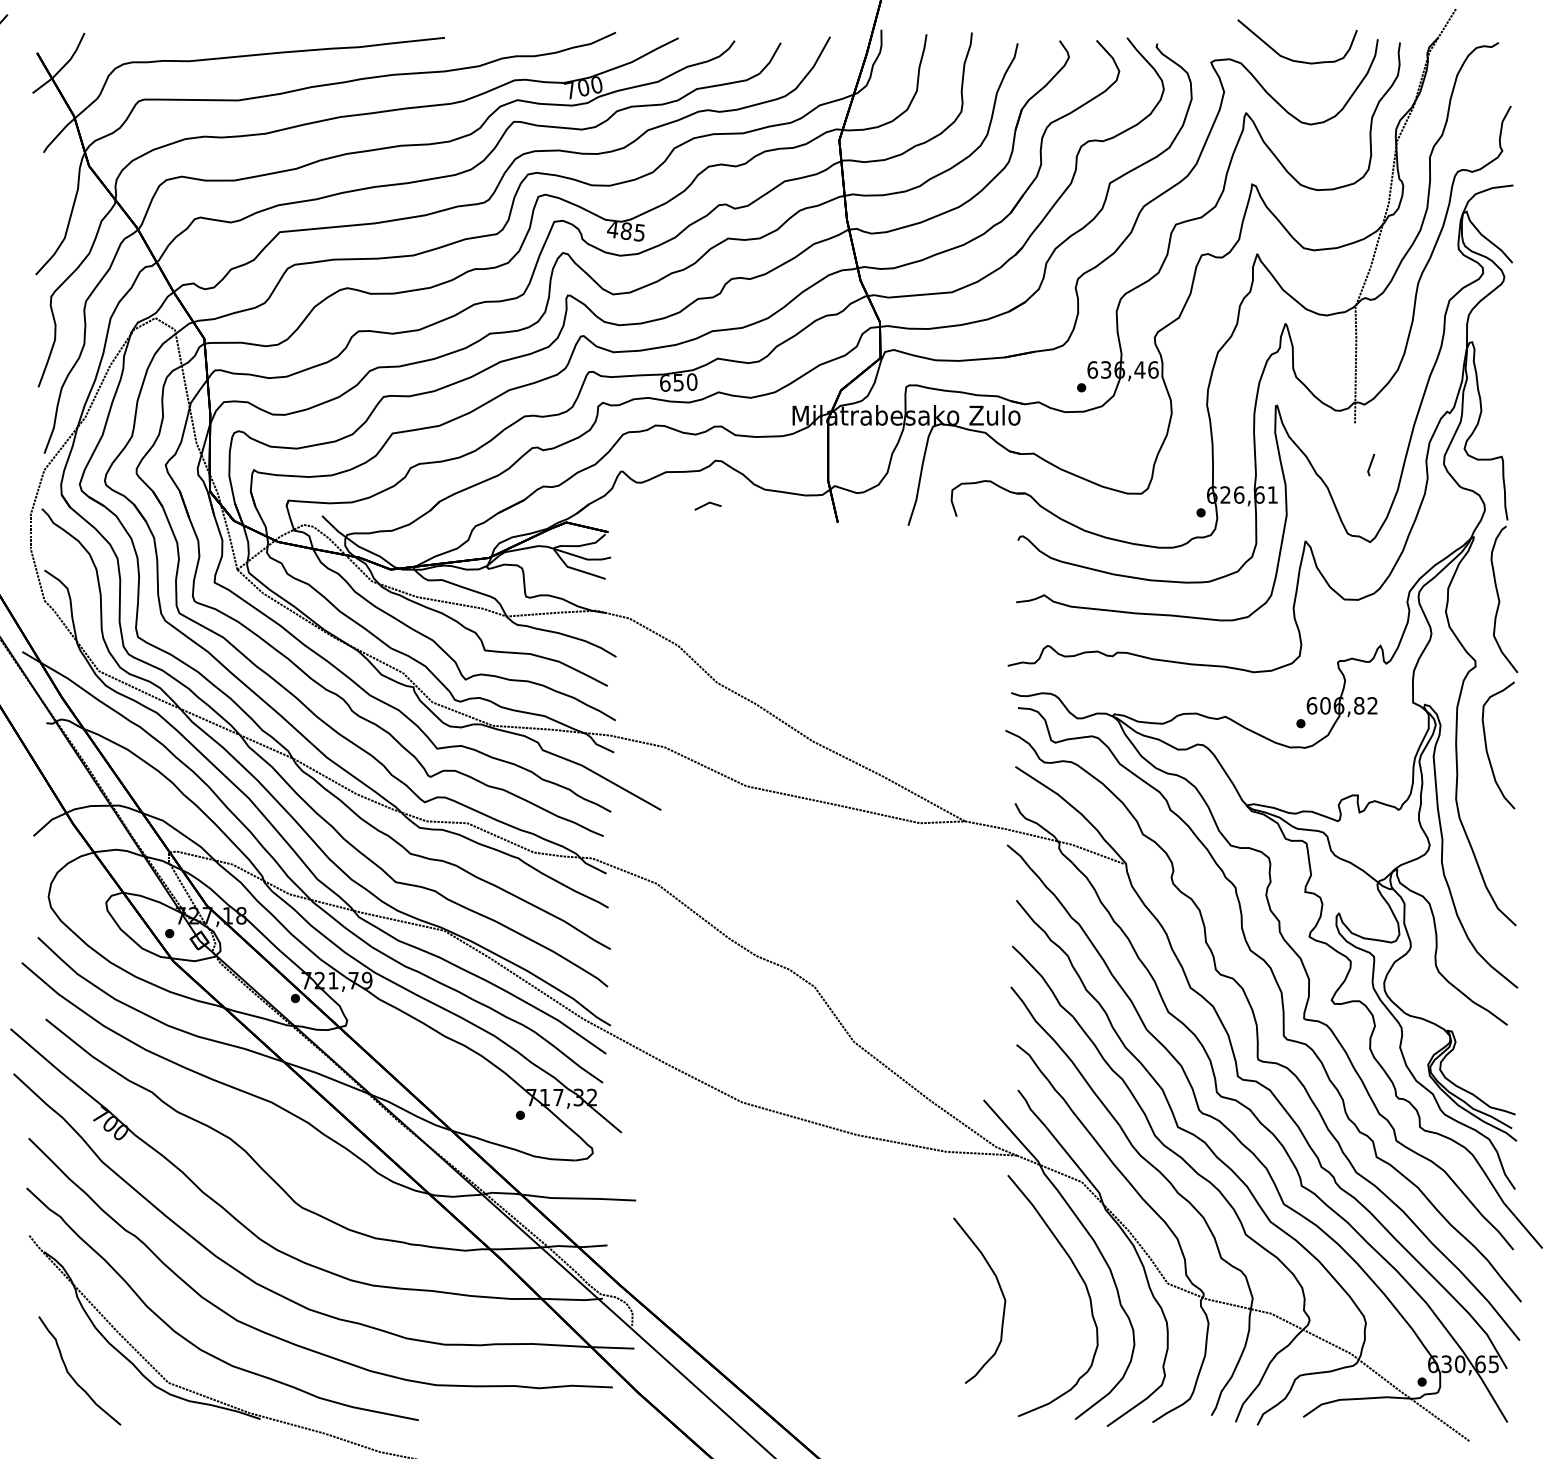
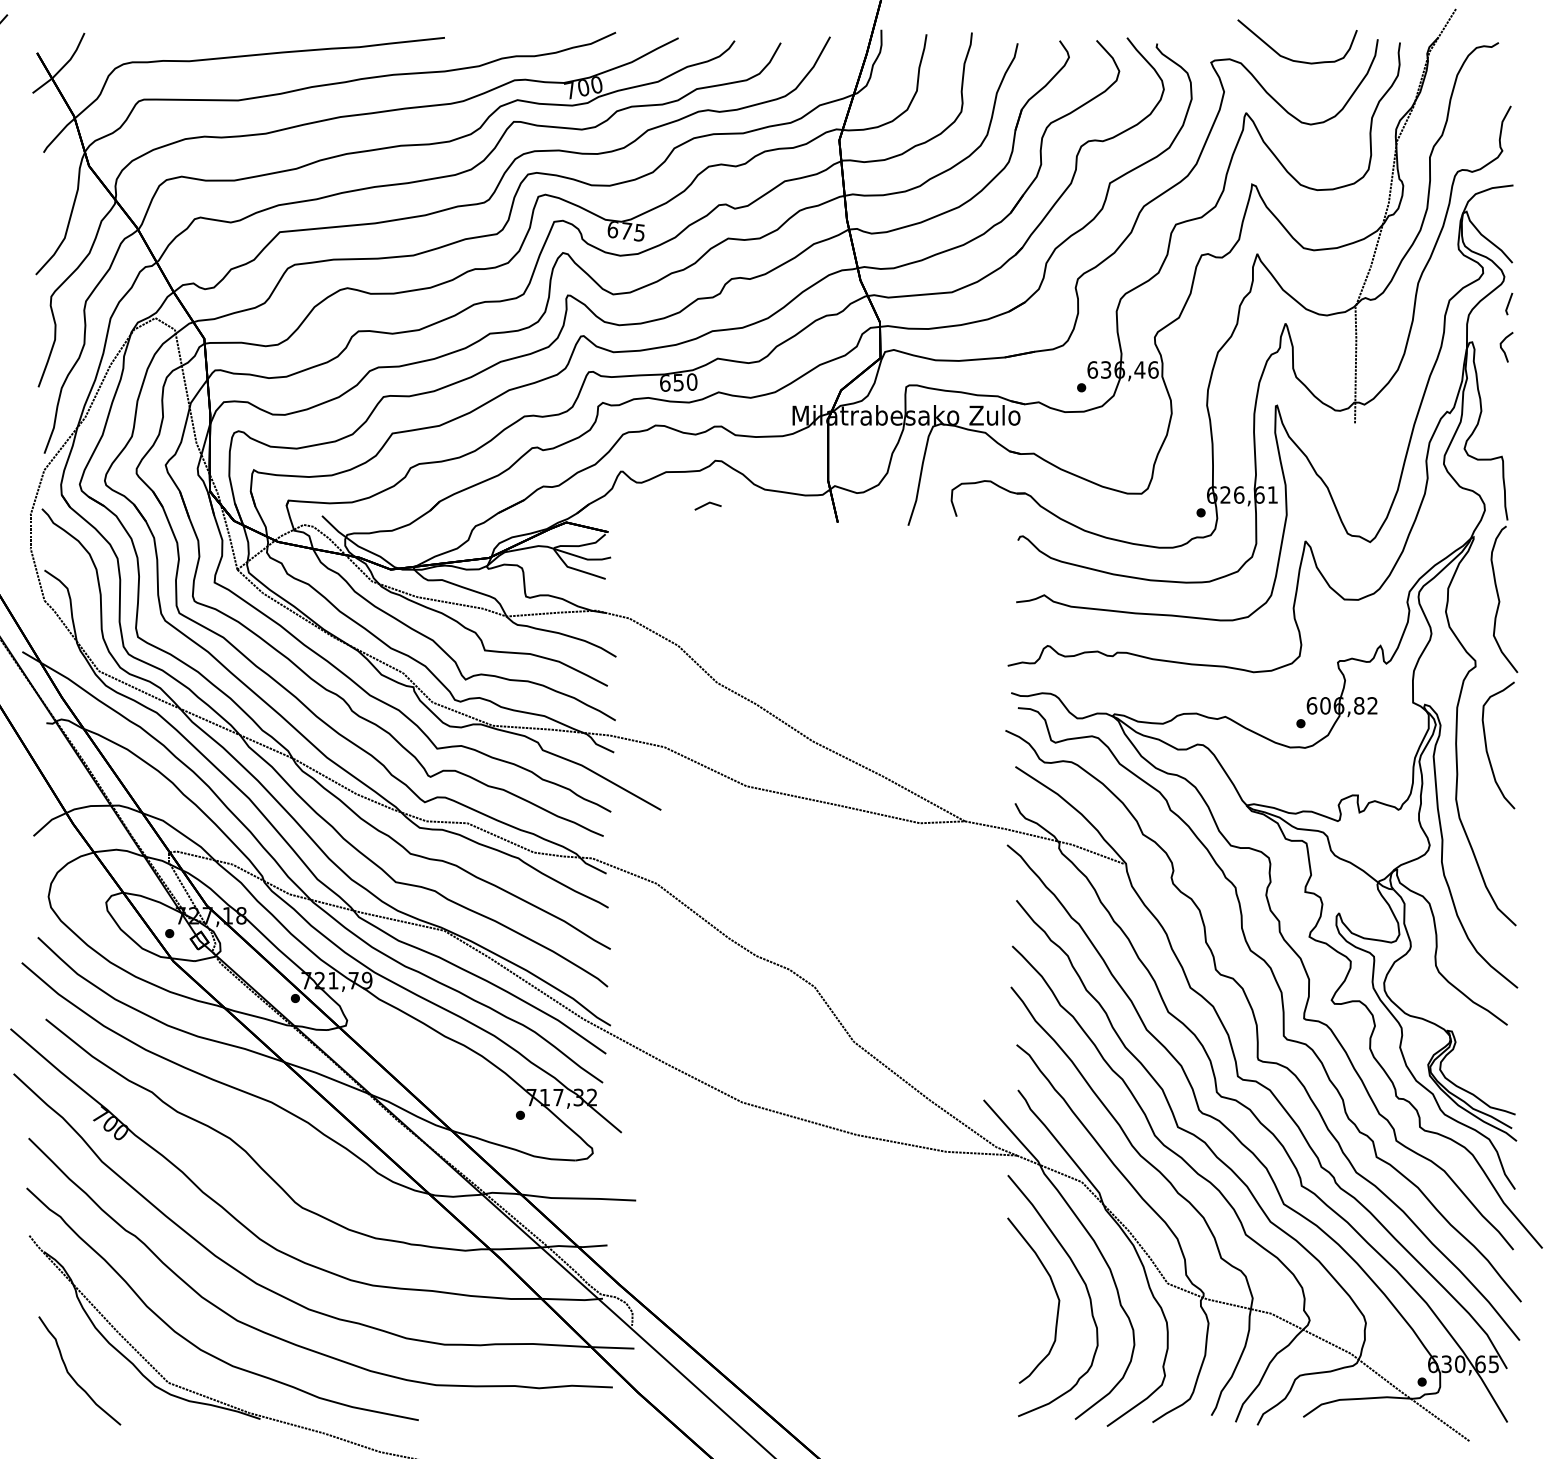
text at (619, 230): 485 -> 675
curve at (1503, 349): none -> present
line at (1371, 464) position: (1371, 464) -> (1509, 303)
part at (1001, 1293) position: (1001, 1293) -> (1055, 1293)
